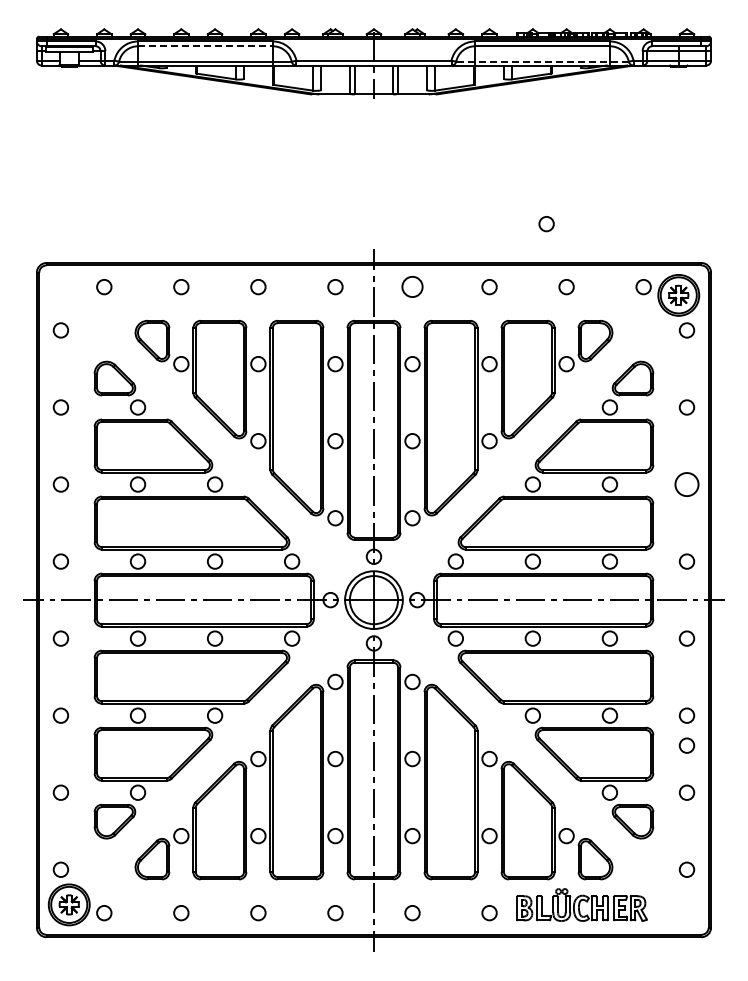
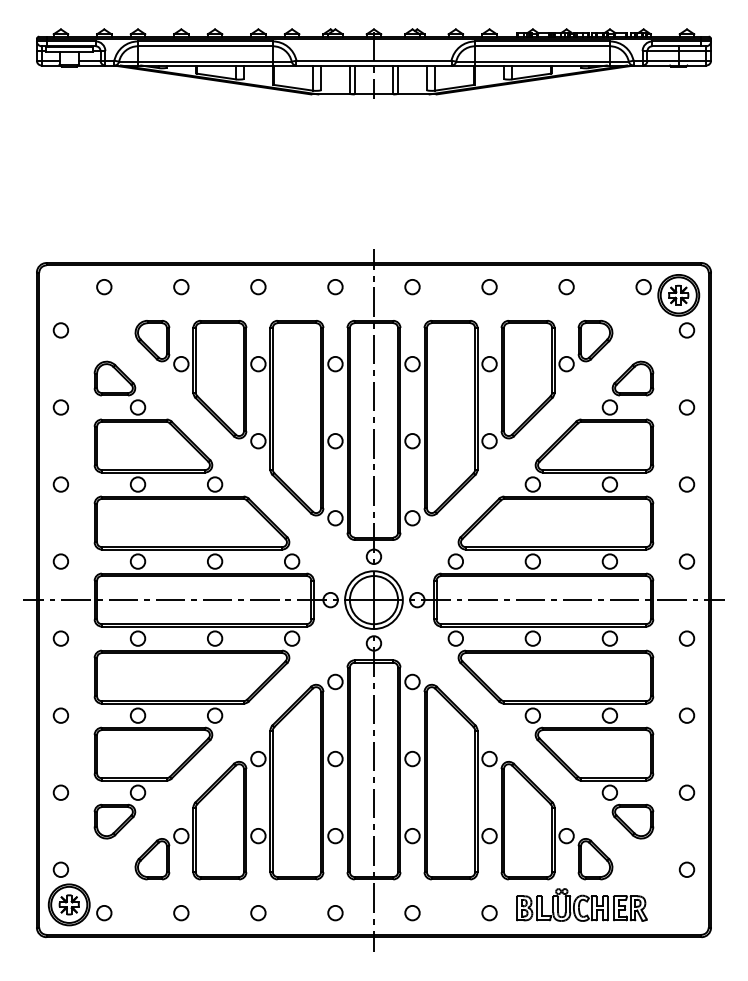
line at (205, 46): dashed -> solid
line at (542, 61): dashed -> solid
circle at (546, 224): present -> none
circle at (412, 286) size: 23x22 px -> 17x17 px
circle at (686, 484) size: 26x25 px -> 18x17 px
circle at (686, 745): present -> none
